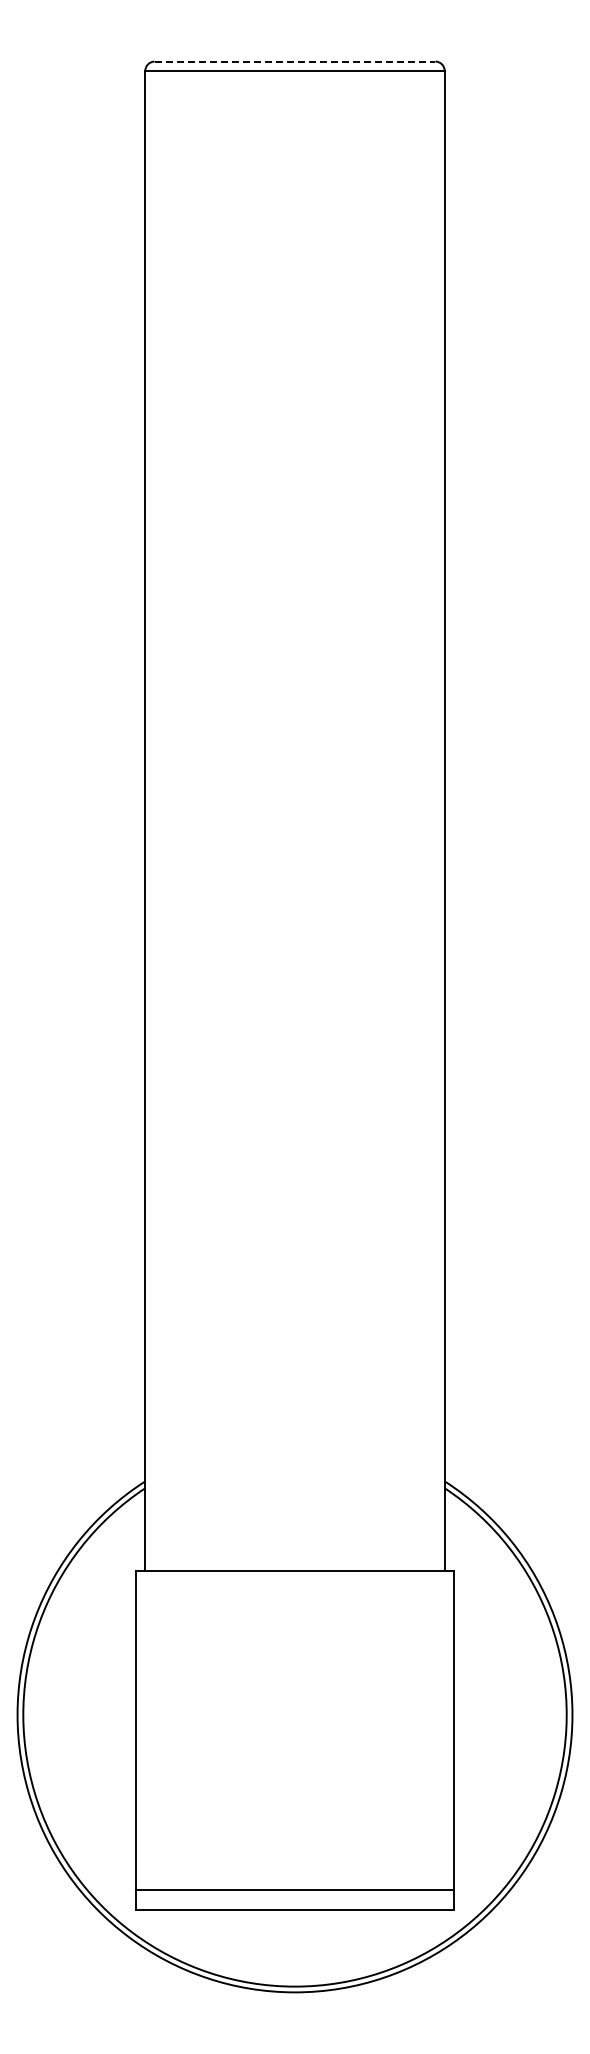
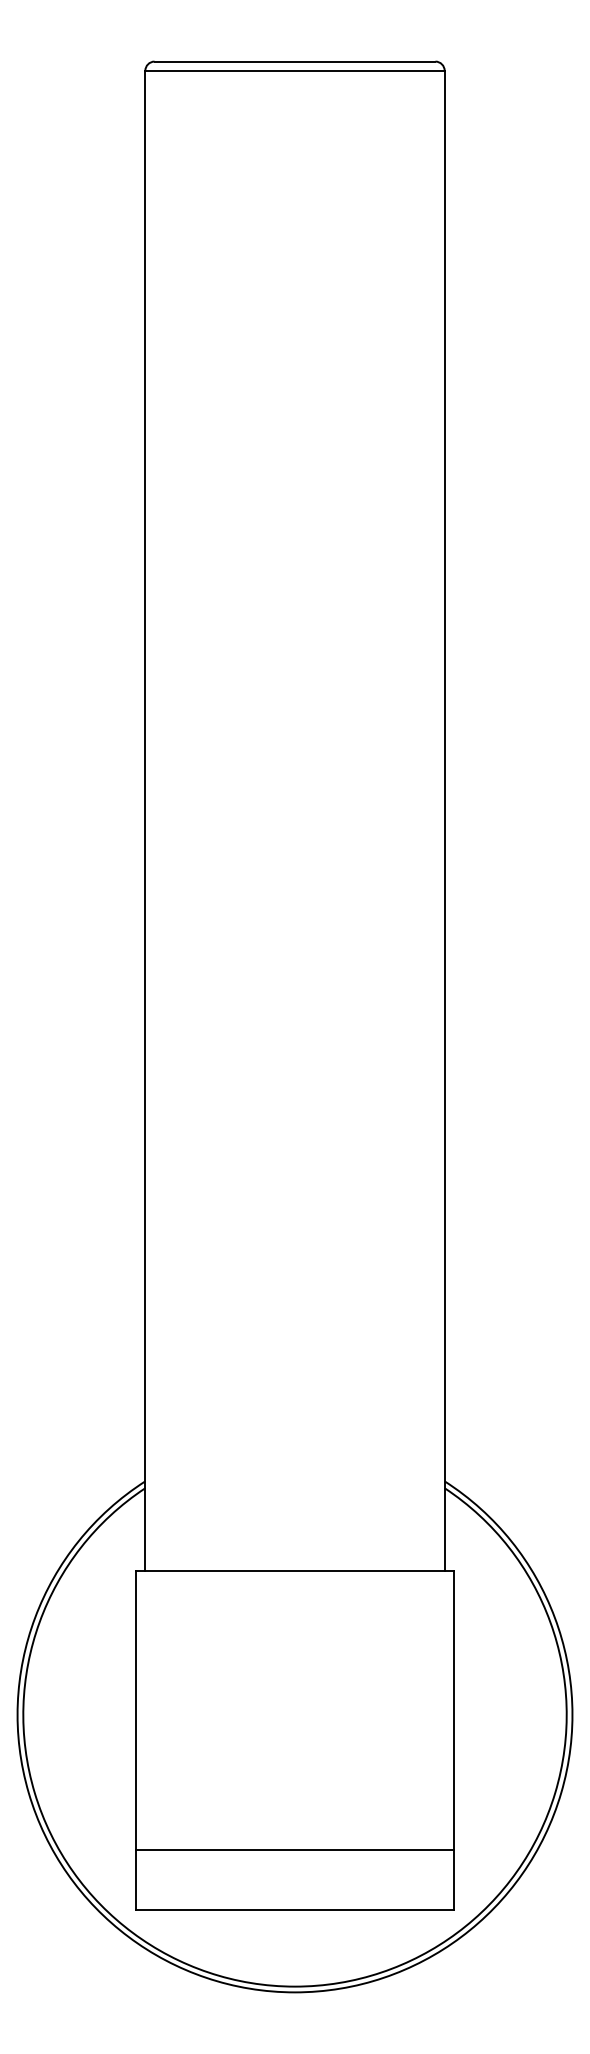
line at (295, 61): dashed -> solid
line at (294, 1889) position: (294, 1889) -> (294, 1849)
